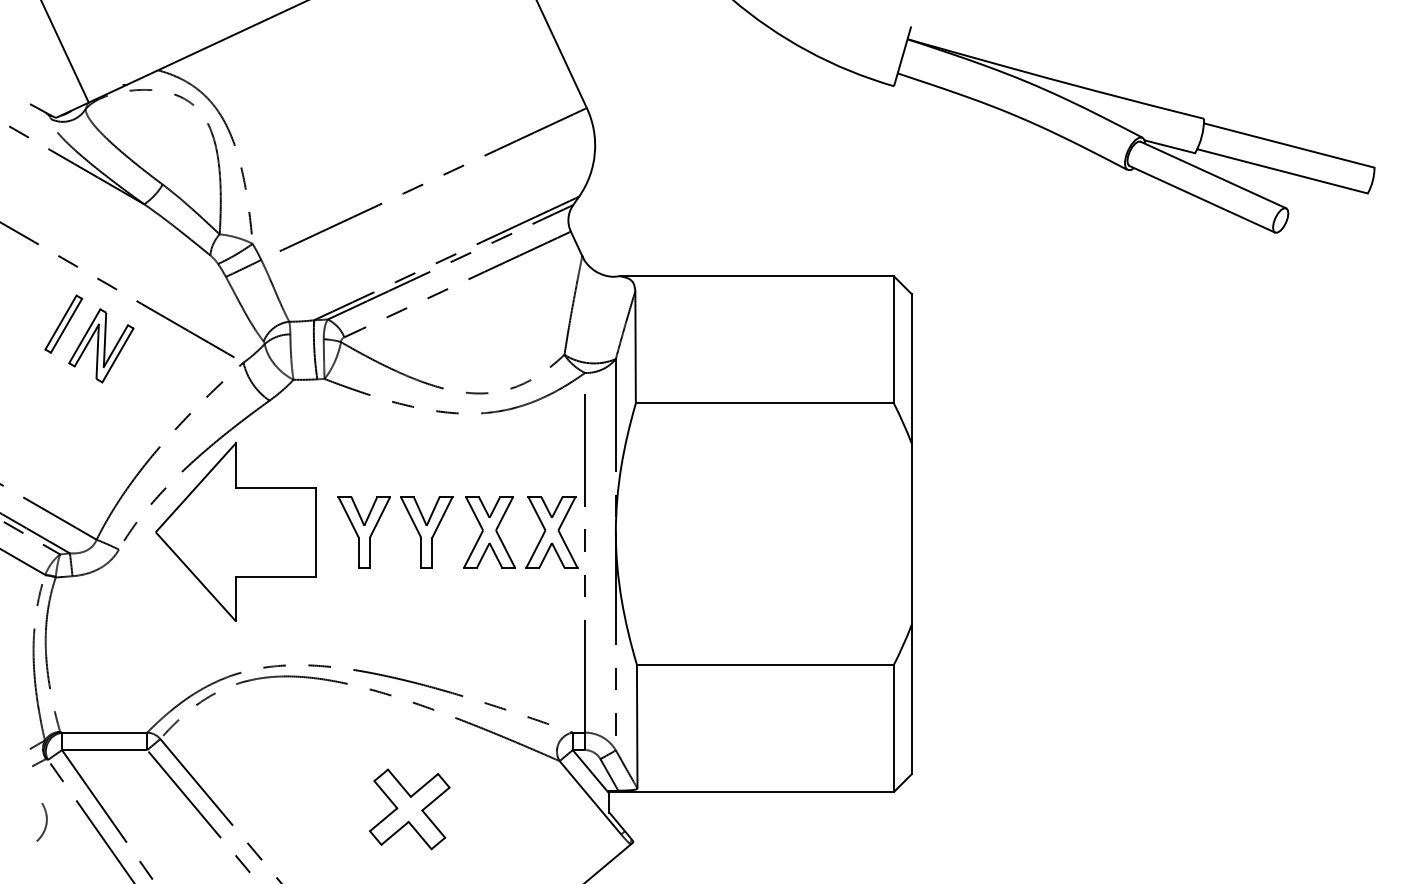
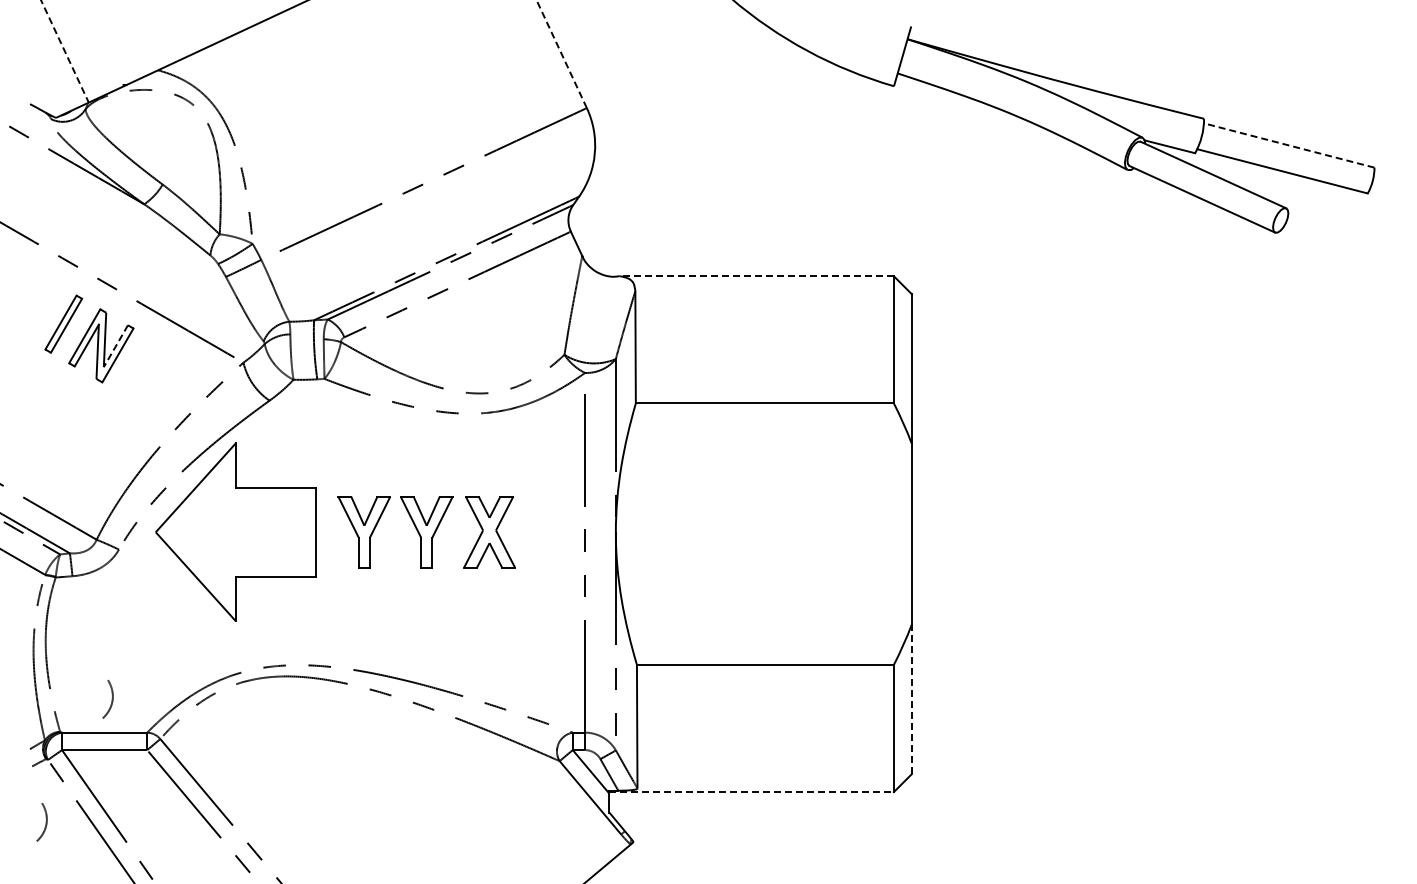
line at (65, 51): solid -> dashed
line at (561, 53): solid -> dashed
line at (1288, 145): solid -> dashed
line at (756, 276): solid -> dashed
line at (115, 346): solid -> dashed
part at (551, 532): present -> none
curve at (111, 698): none -> present
line at (911, 699): solid -> dashed
line at (752, 792): solid -> dashed
part at (409, 809): present -> none
